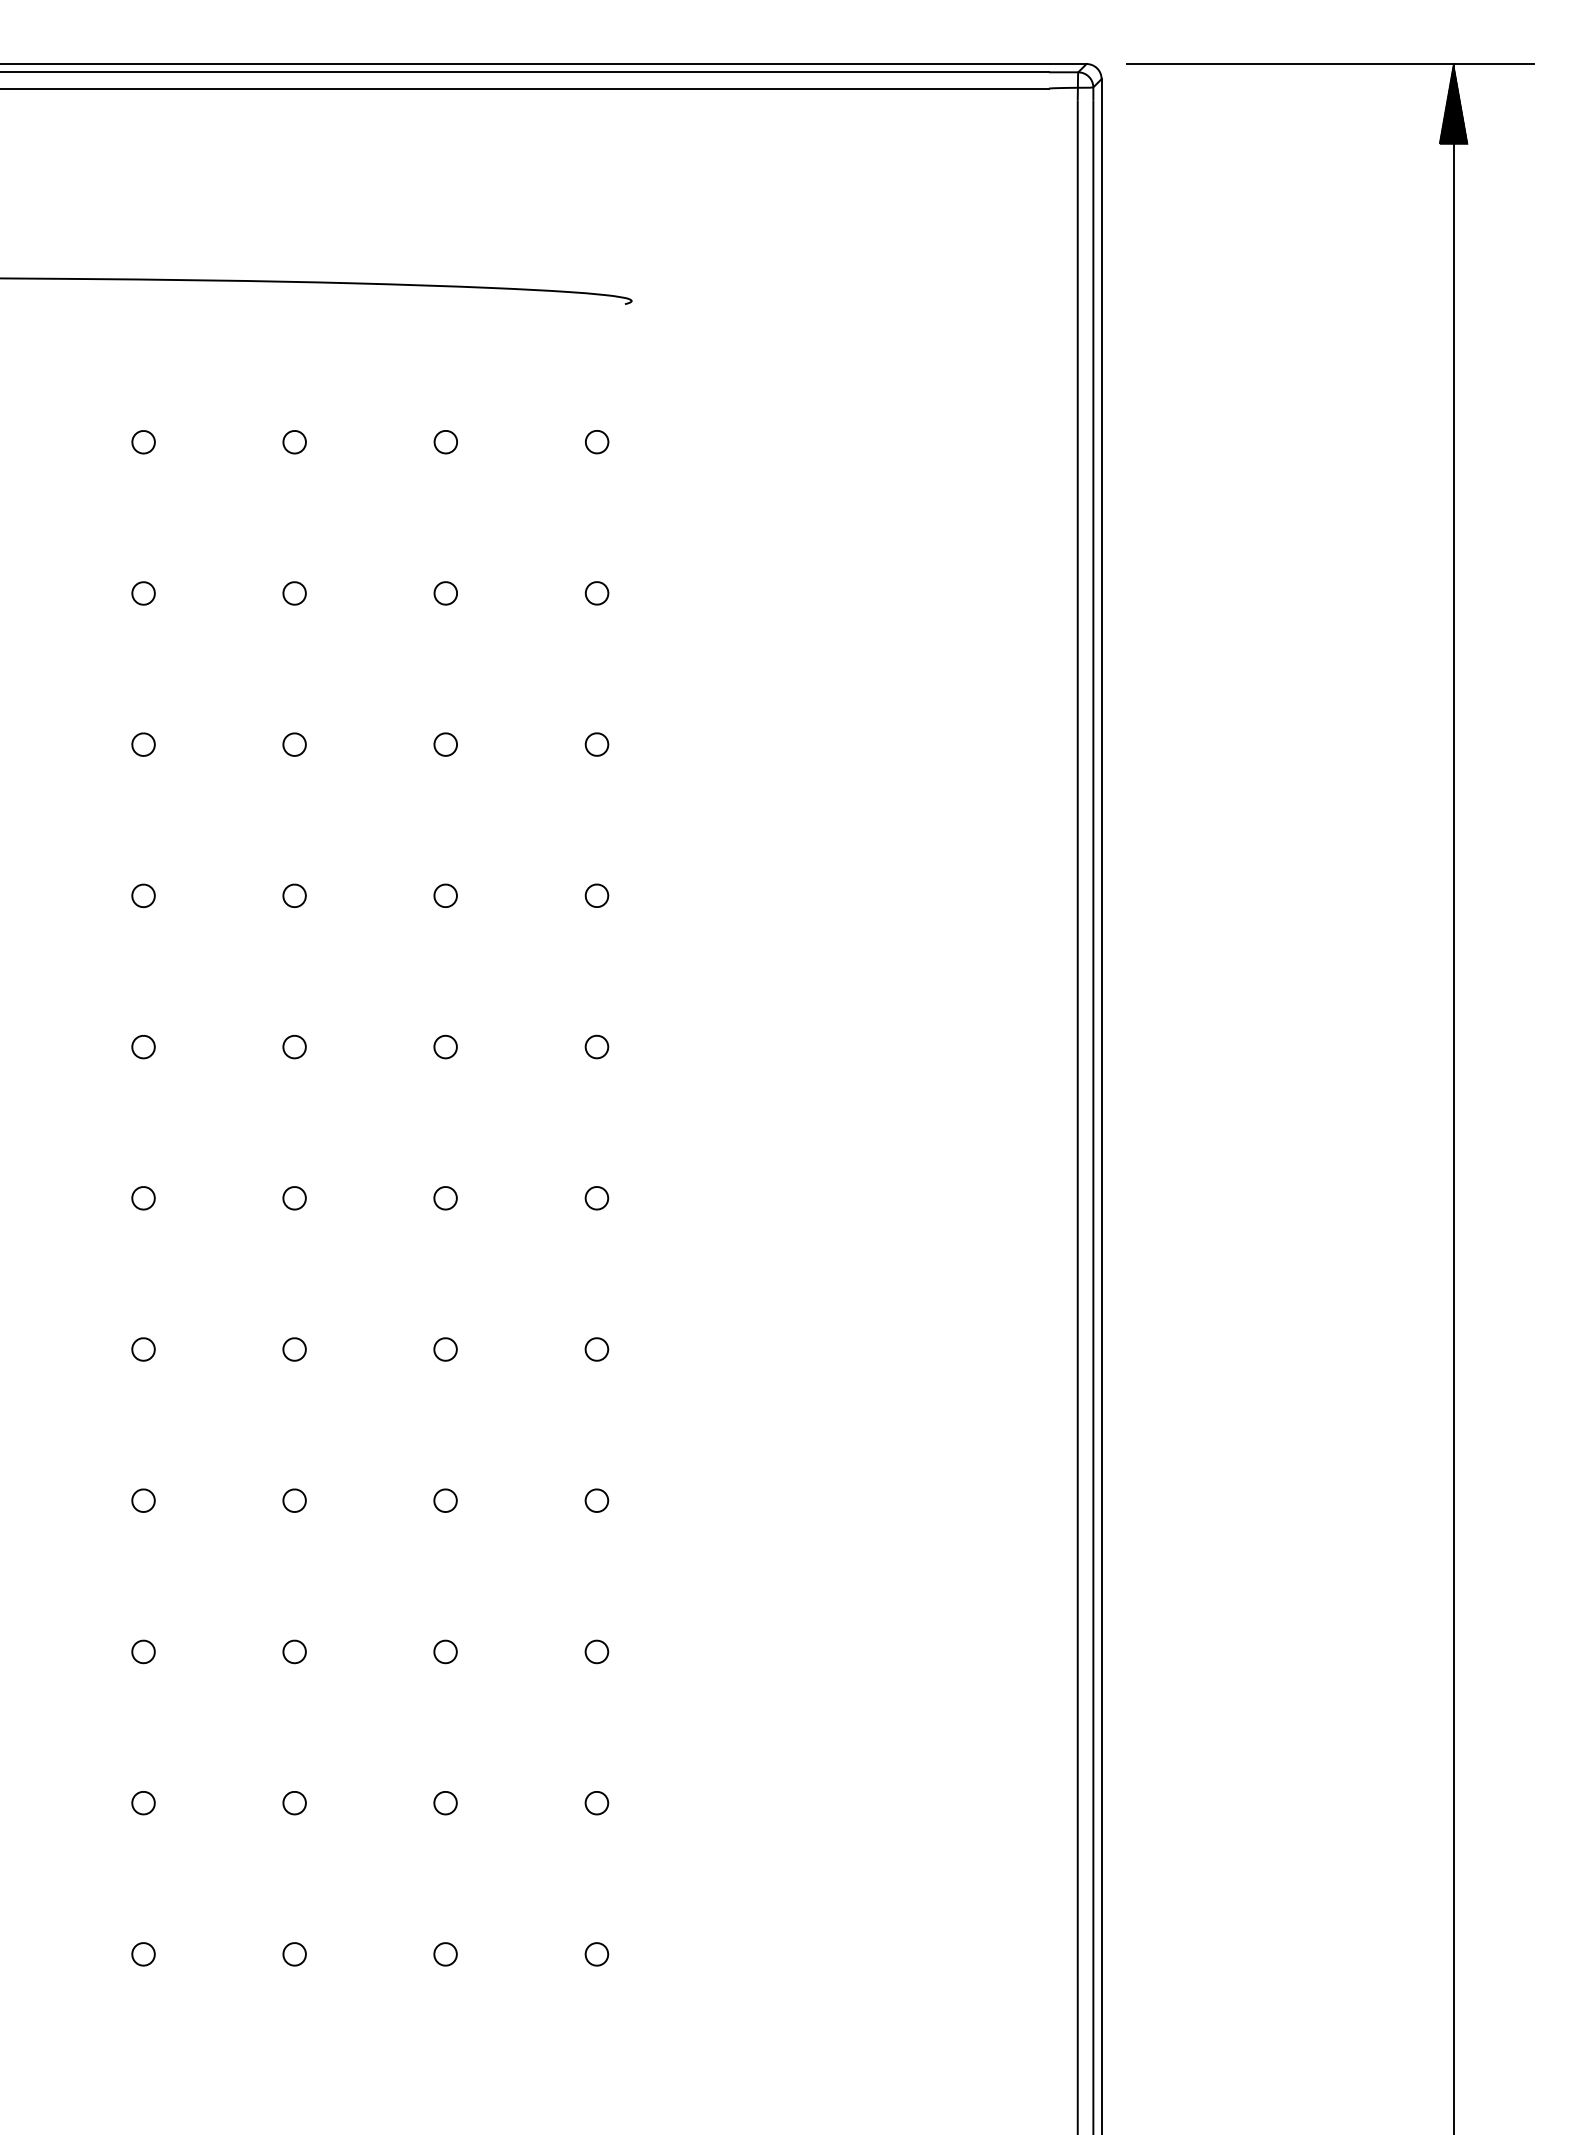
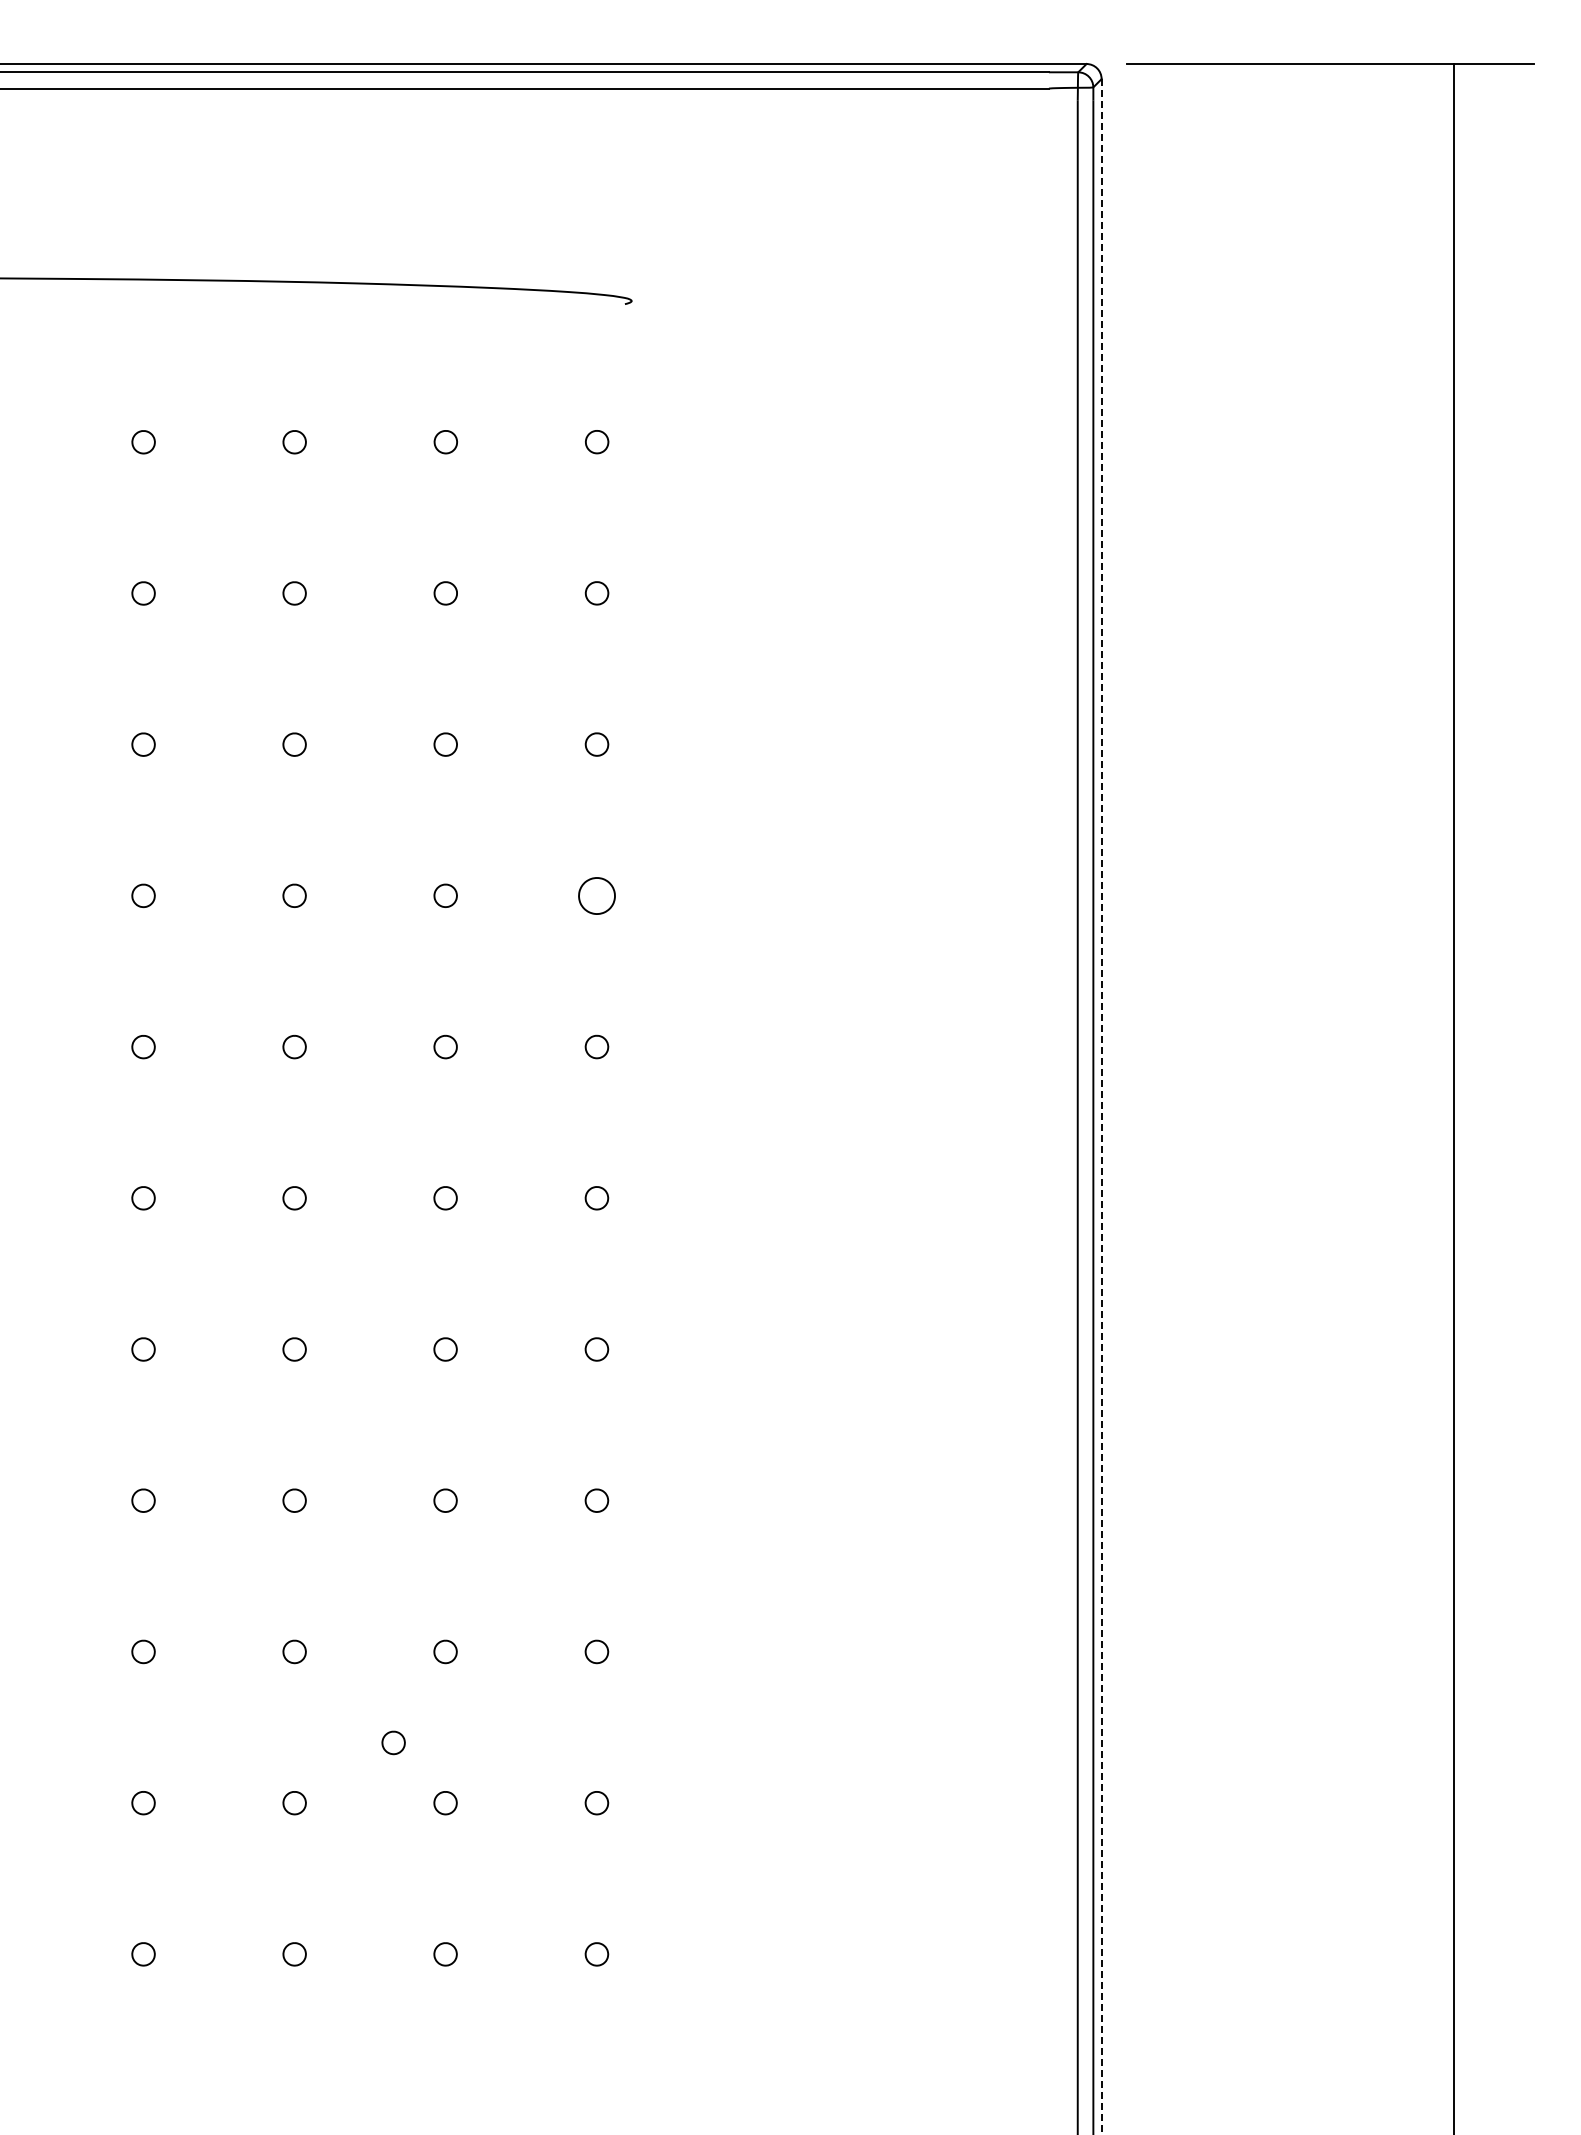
hatch at (1453, 104): present -> none
part at (596, 895) size: 26x25 px -> 38x38 px
line at (1101, 1107): solid -> dashed
part at (393, 1742): none -> present
